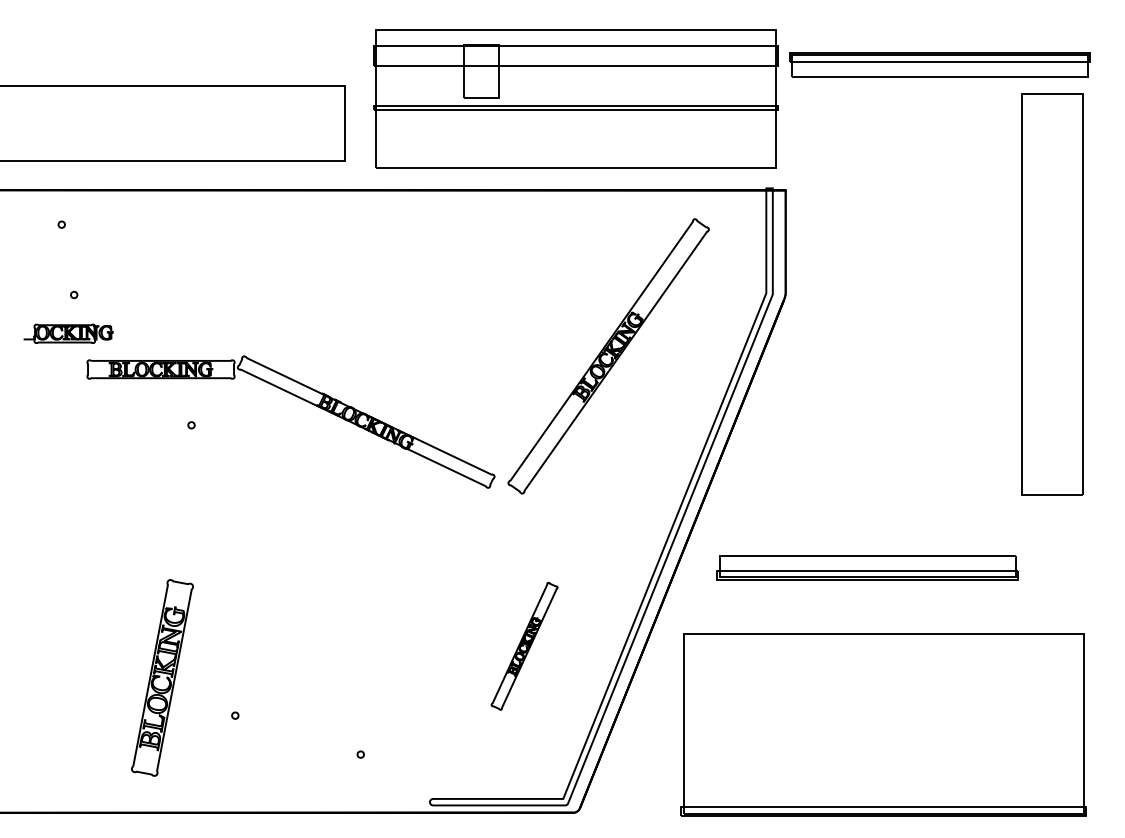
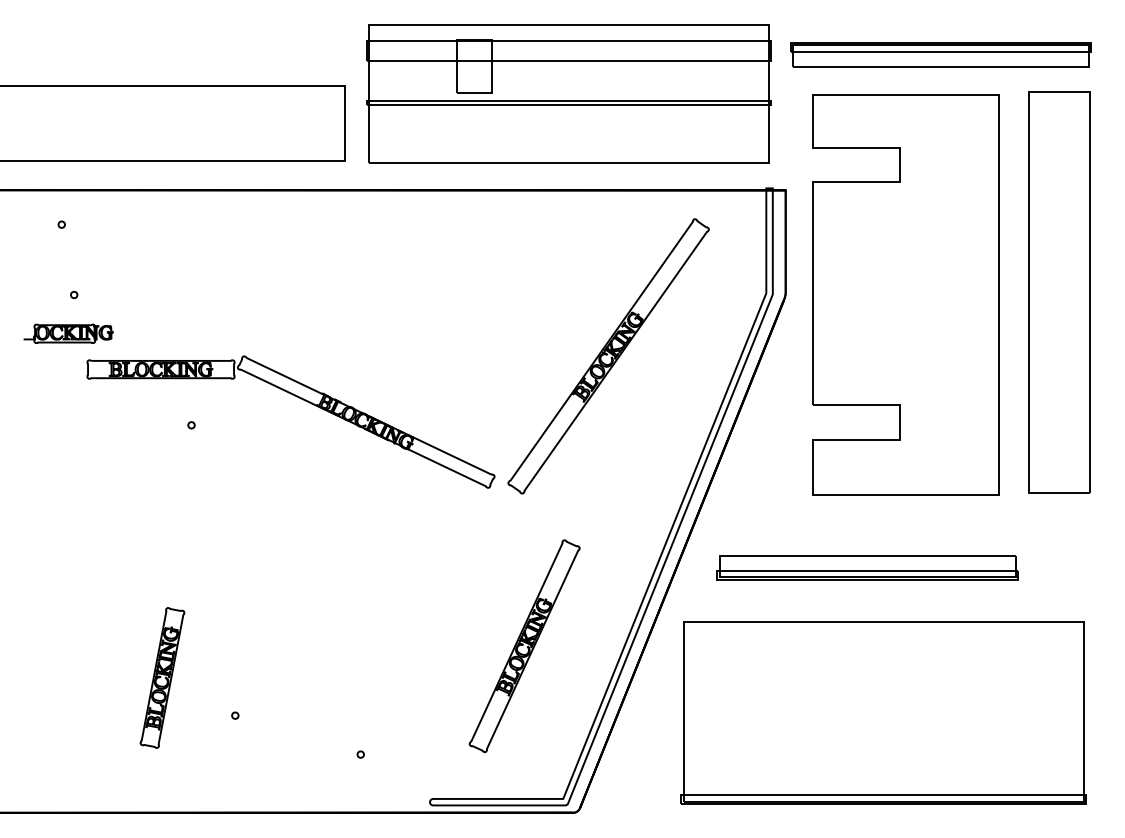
part at (939, 64) position: (939, 64) -> (940, 54)
part at (575, 98) position: (575, 98) -> (568, 93)
part at (905, 294): none -> present
part at (1052, 294) position: (1052, 294) -> (1059, 292)
part at (524, 645) size: 69x130 px -> 113x215 px
part at (162, 677) size: 63x198 px -> 47x142 px
part at (883, 724) position: (883, 724) -> (883, 712)
